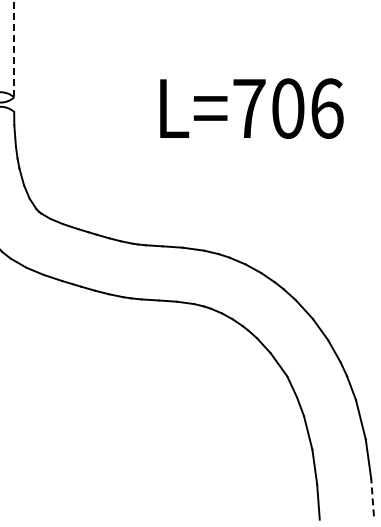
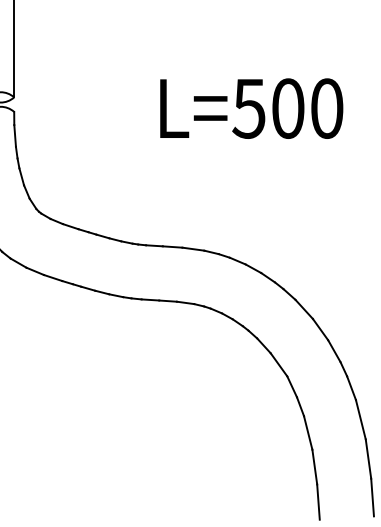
line at (14, 48): dashed -> solid
text at (287, 108): L=706 -> L=500
line at (372, 497): dashed -> solid
